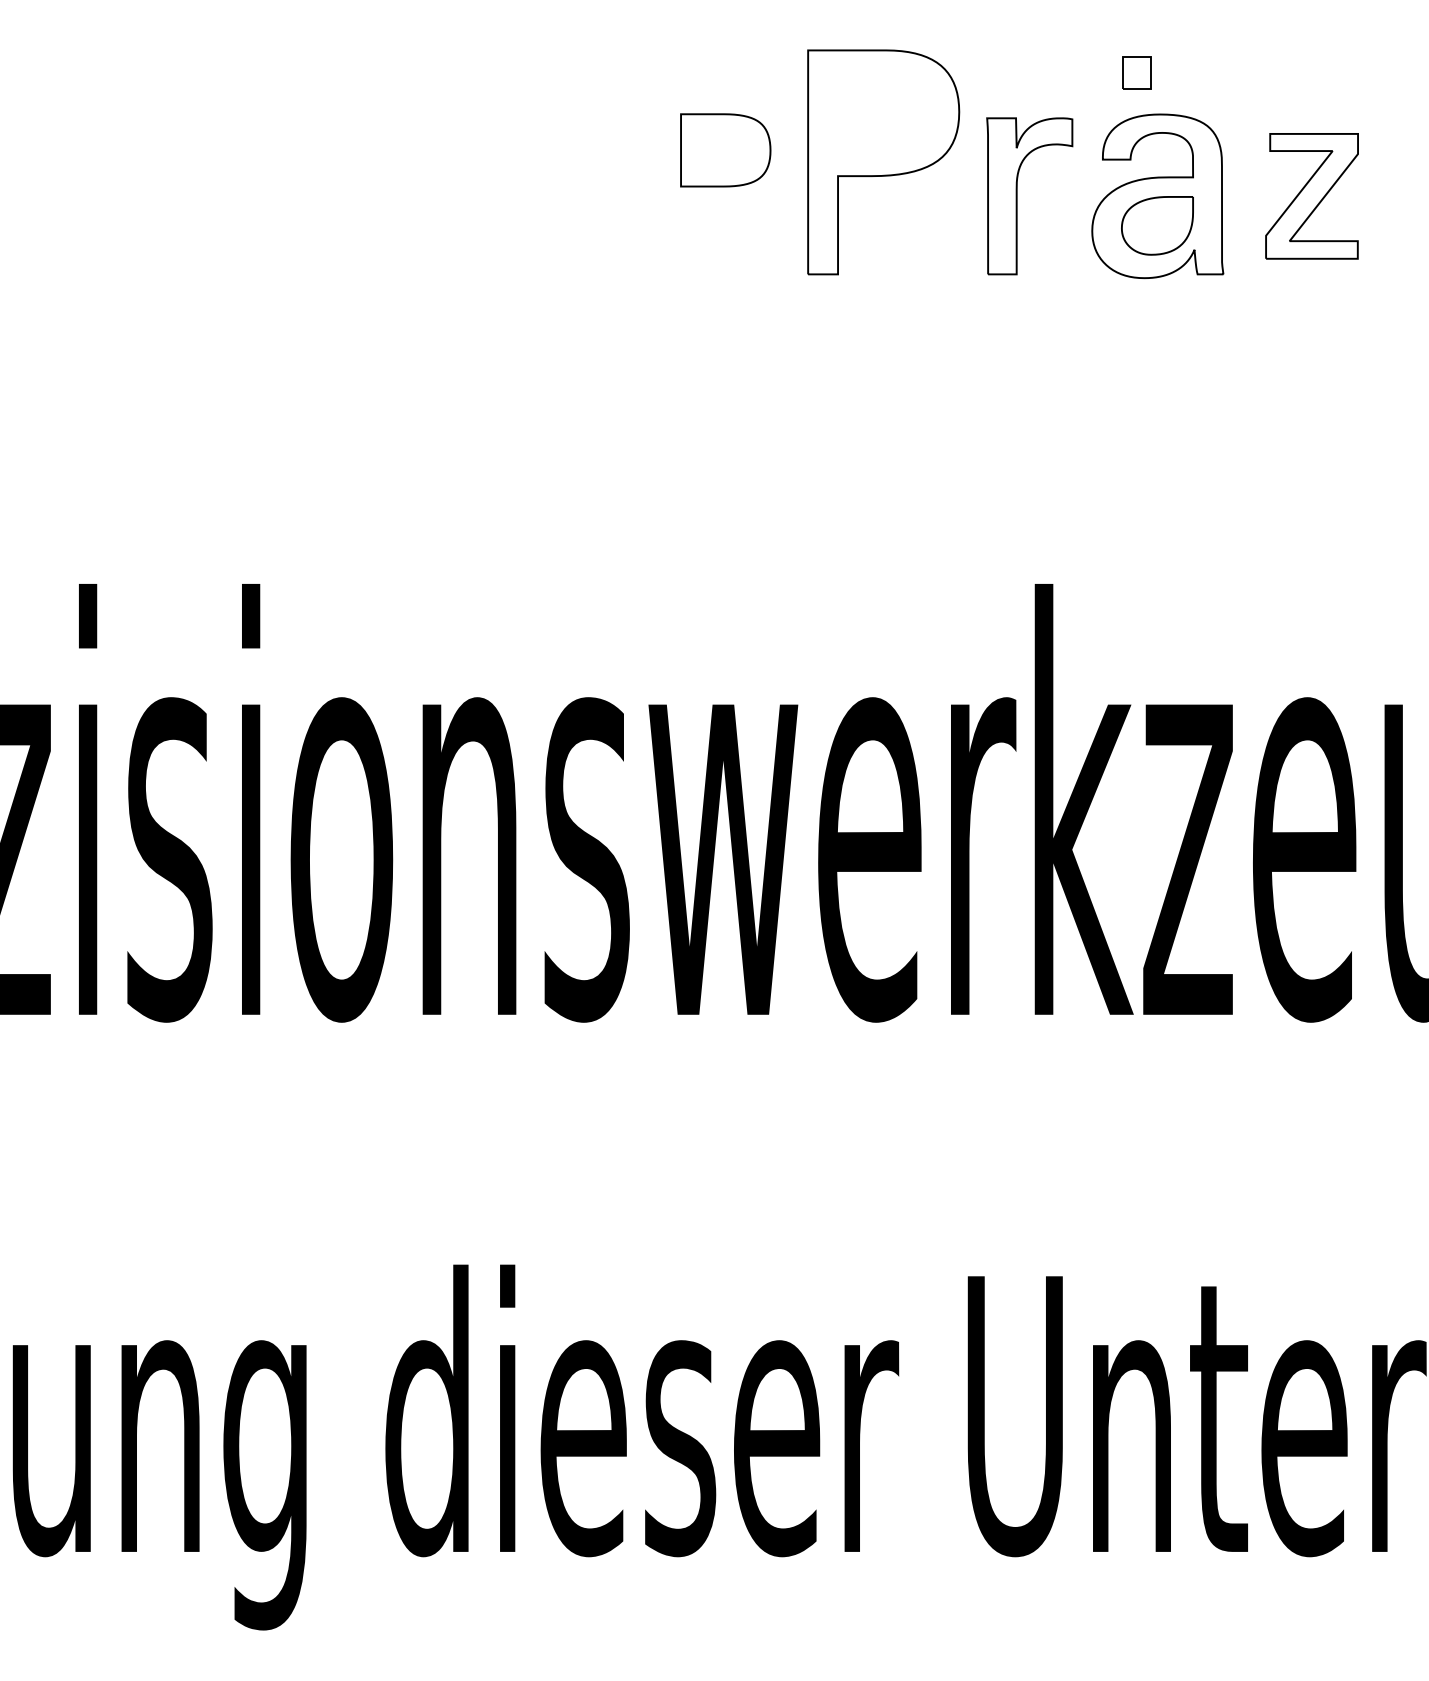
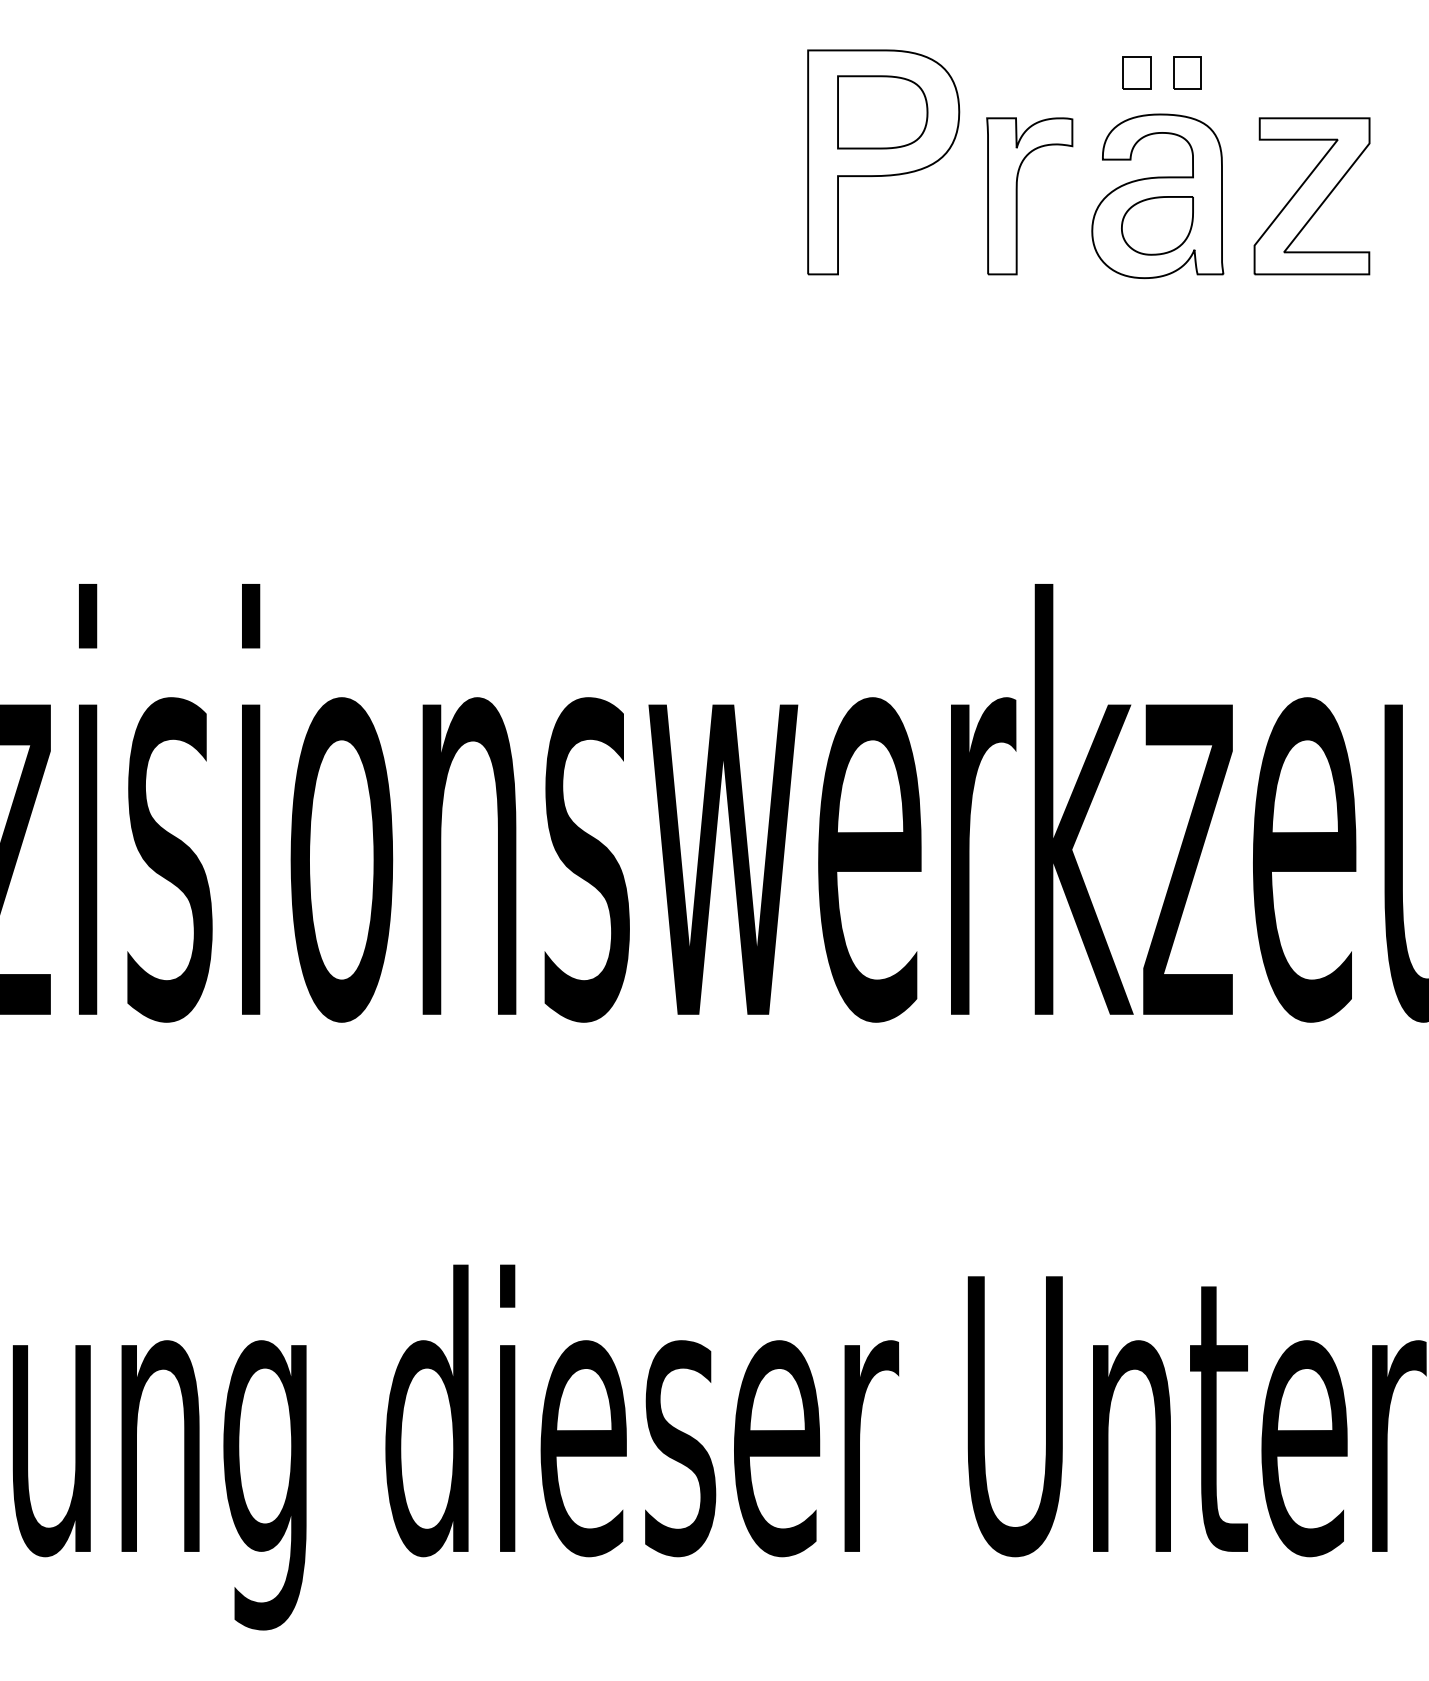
part at (1187, 72): none -> present
part at (725, 150) position: (725, 150) -> (882, 112)
part at (1311, 196) size: 94x127 px -> 118x159 px
